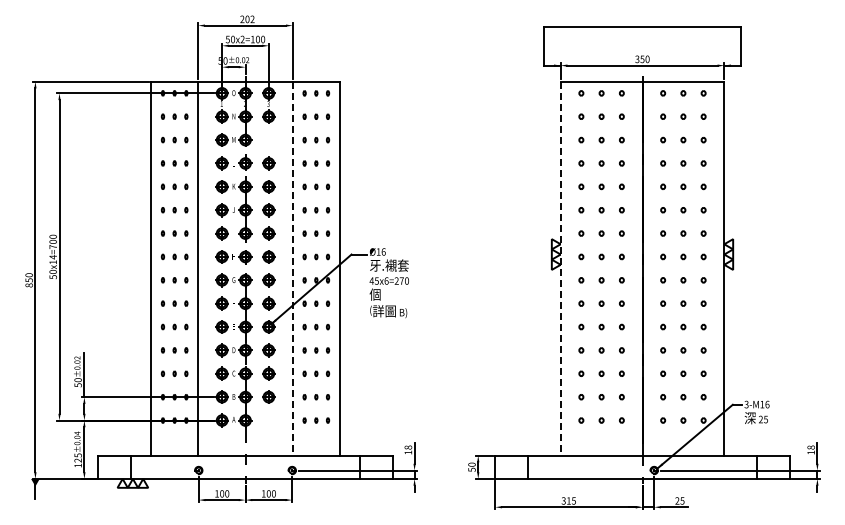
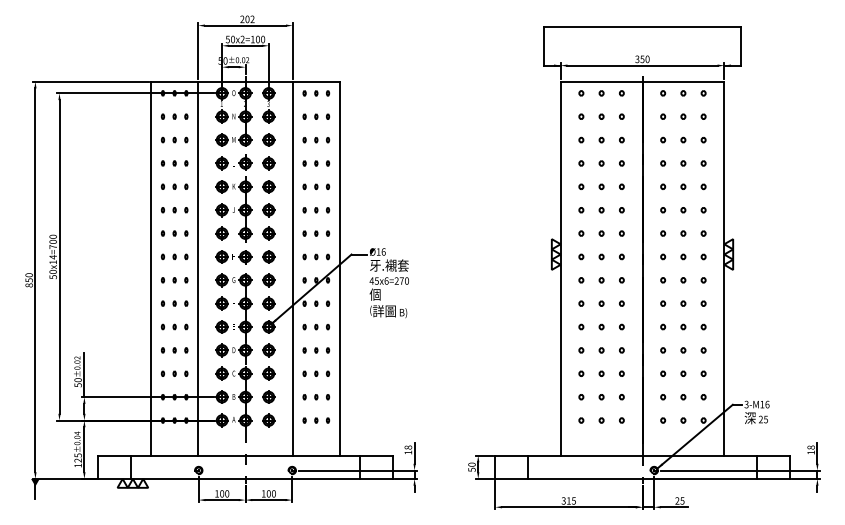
part at (268, 139): none -> present
line at (292, 268): dashed -> solid
line at (560, 268): dashed -> solid
part at (268, 420): none -> present
